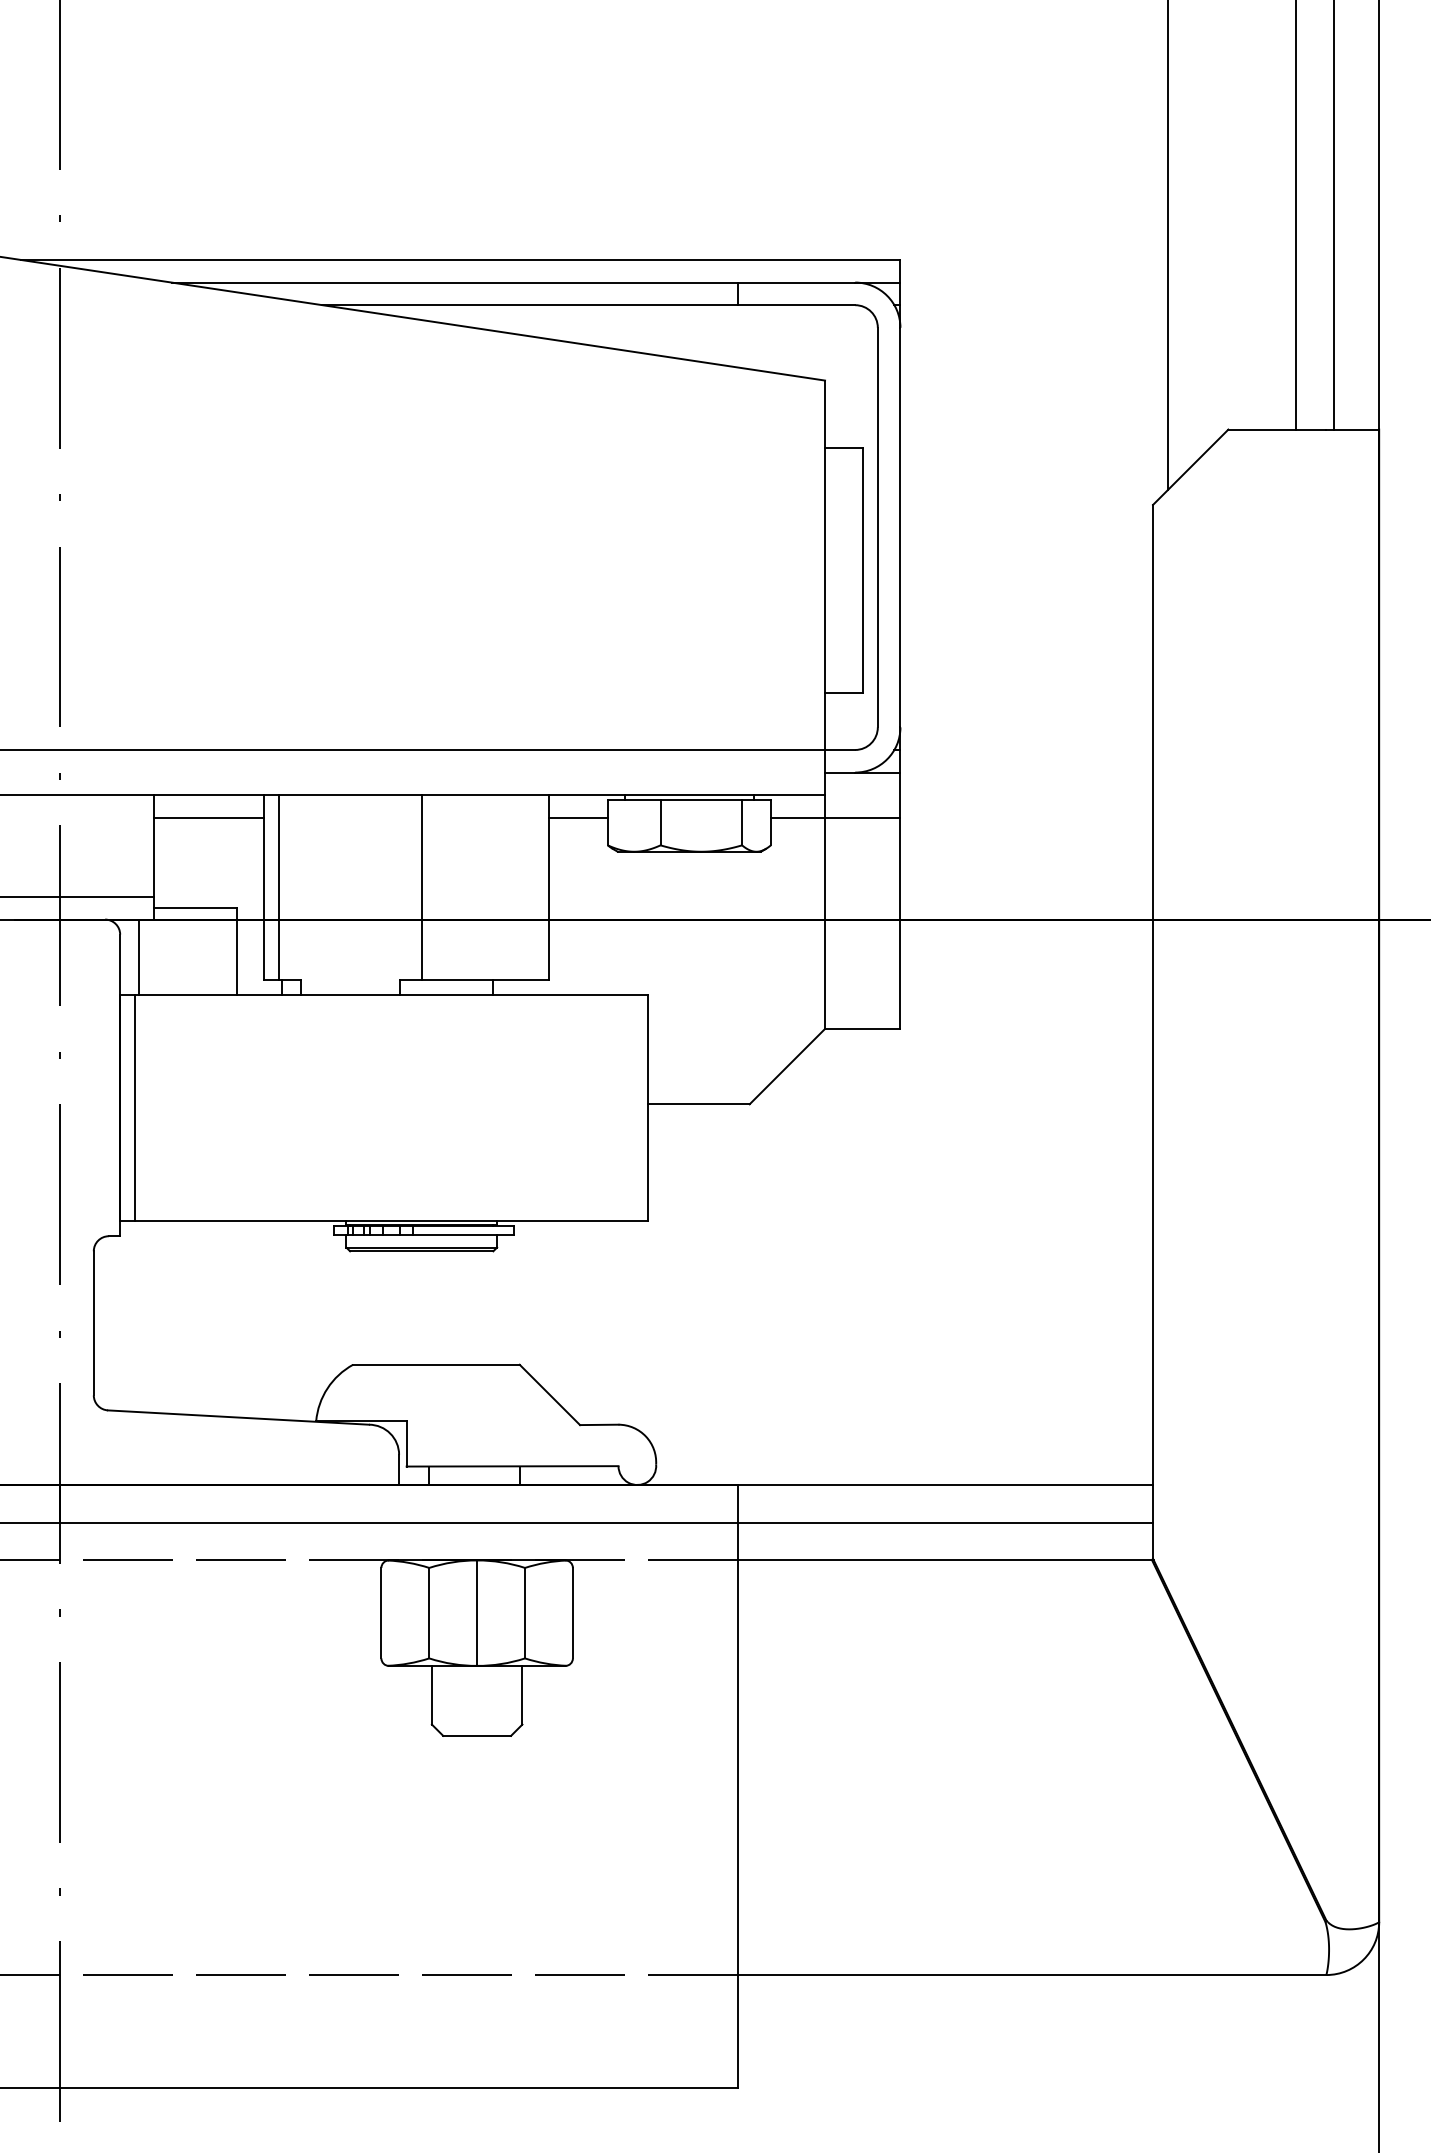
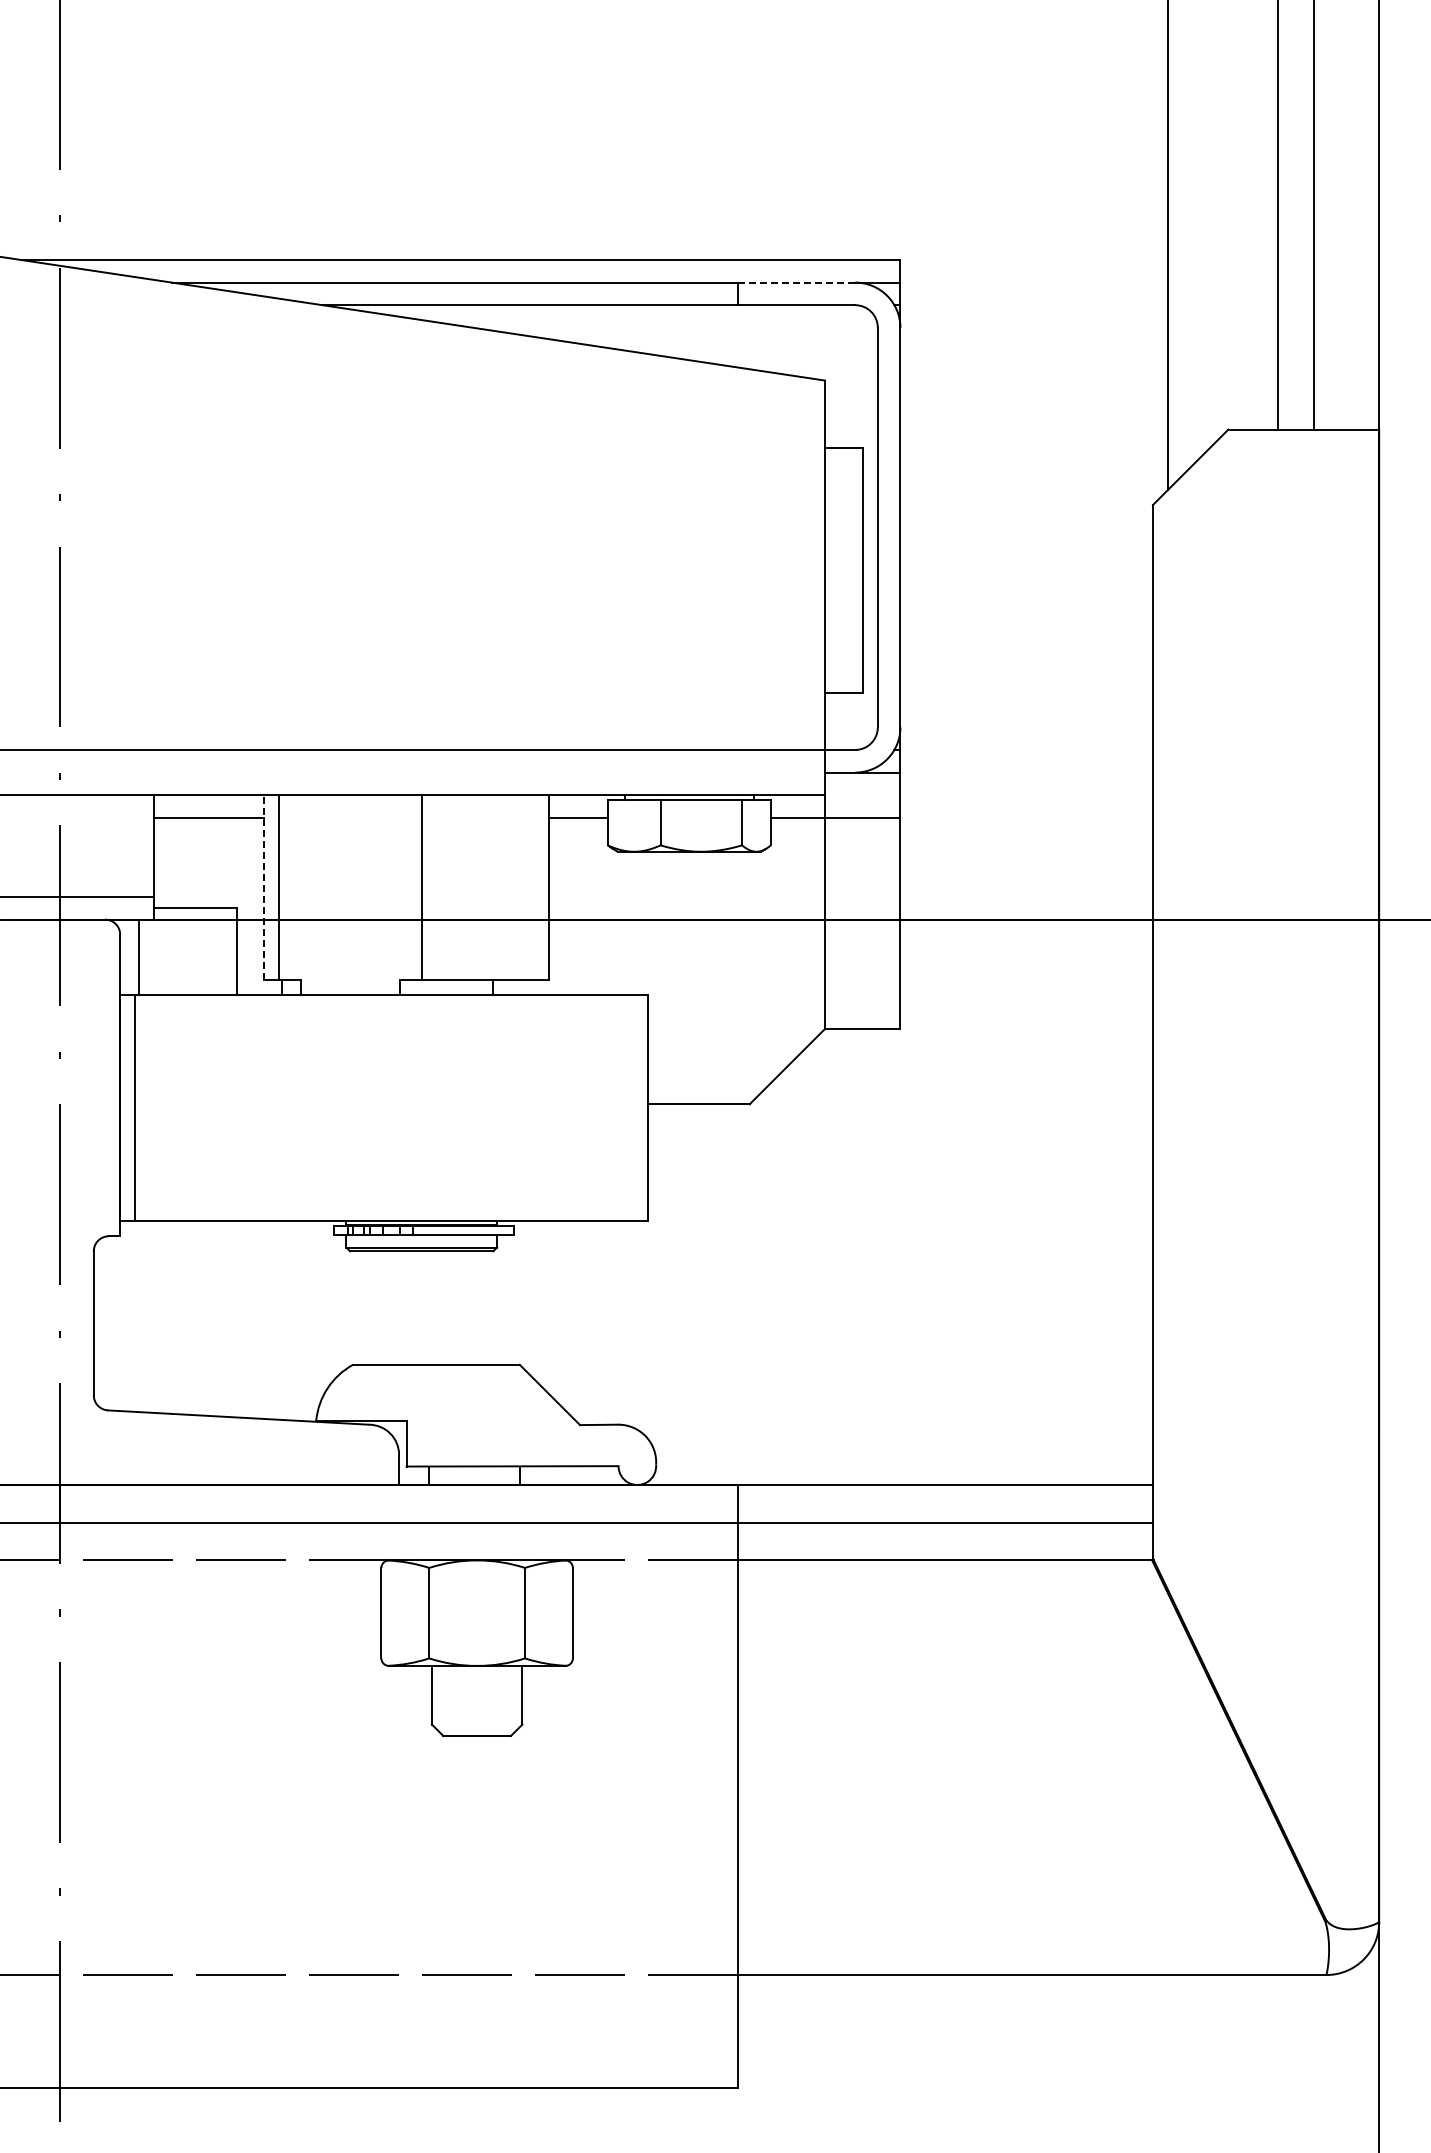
line at (1296, 215) position: (1296, 215) -> (1278, 215)
line at (1333, 215) position: (1333, 215) -> (1313, 215)
line at (796, 282): solid -> dashed
line at (264, 887): solid -> dashed
line at (477, 1612): present -> none
